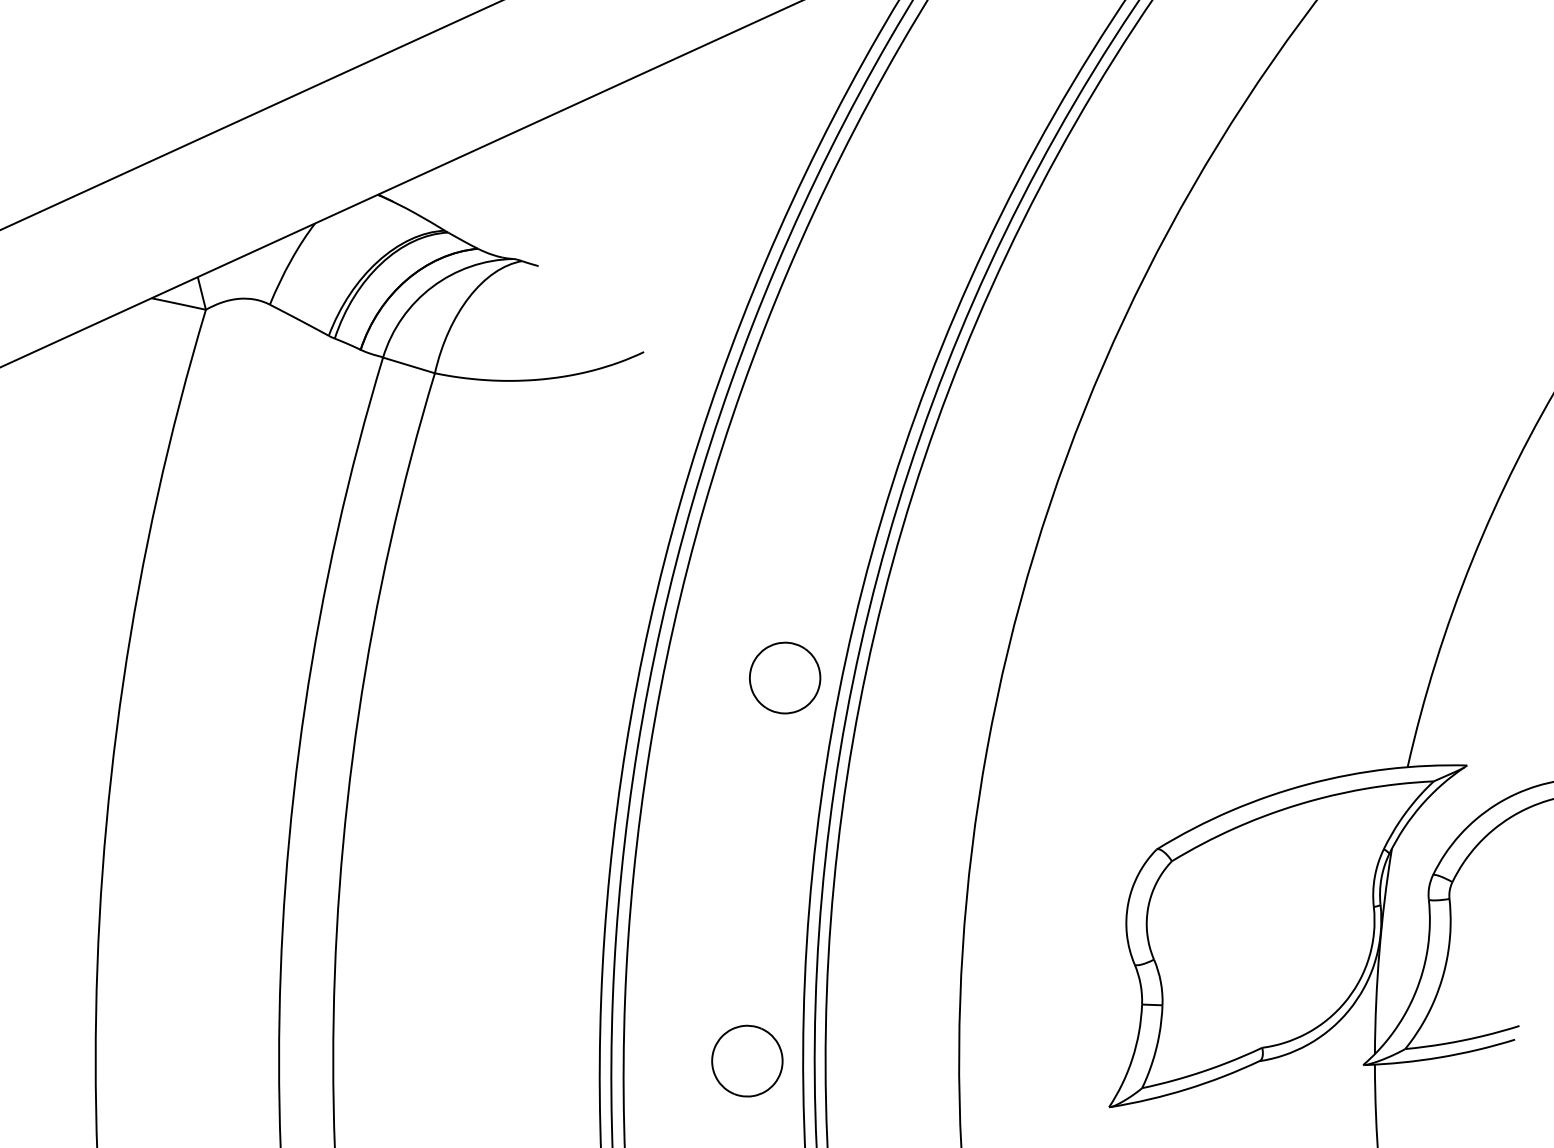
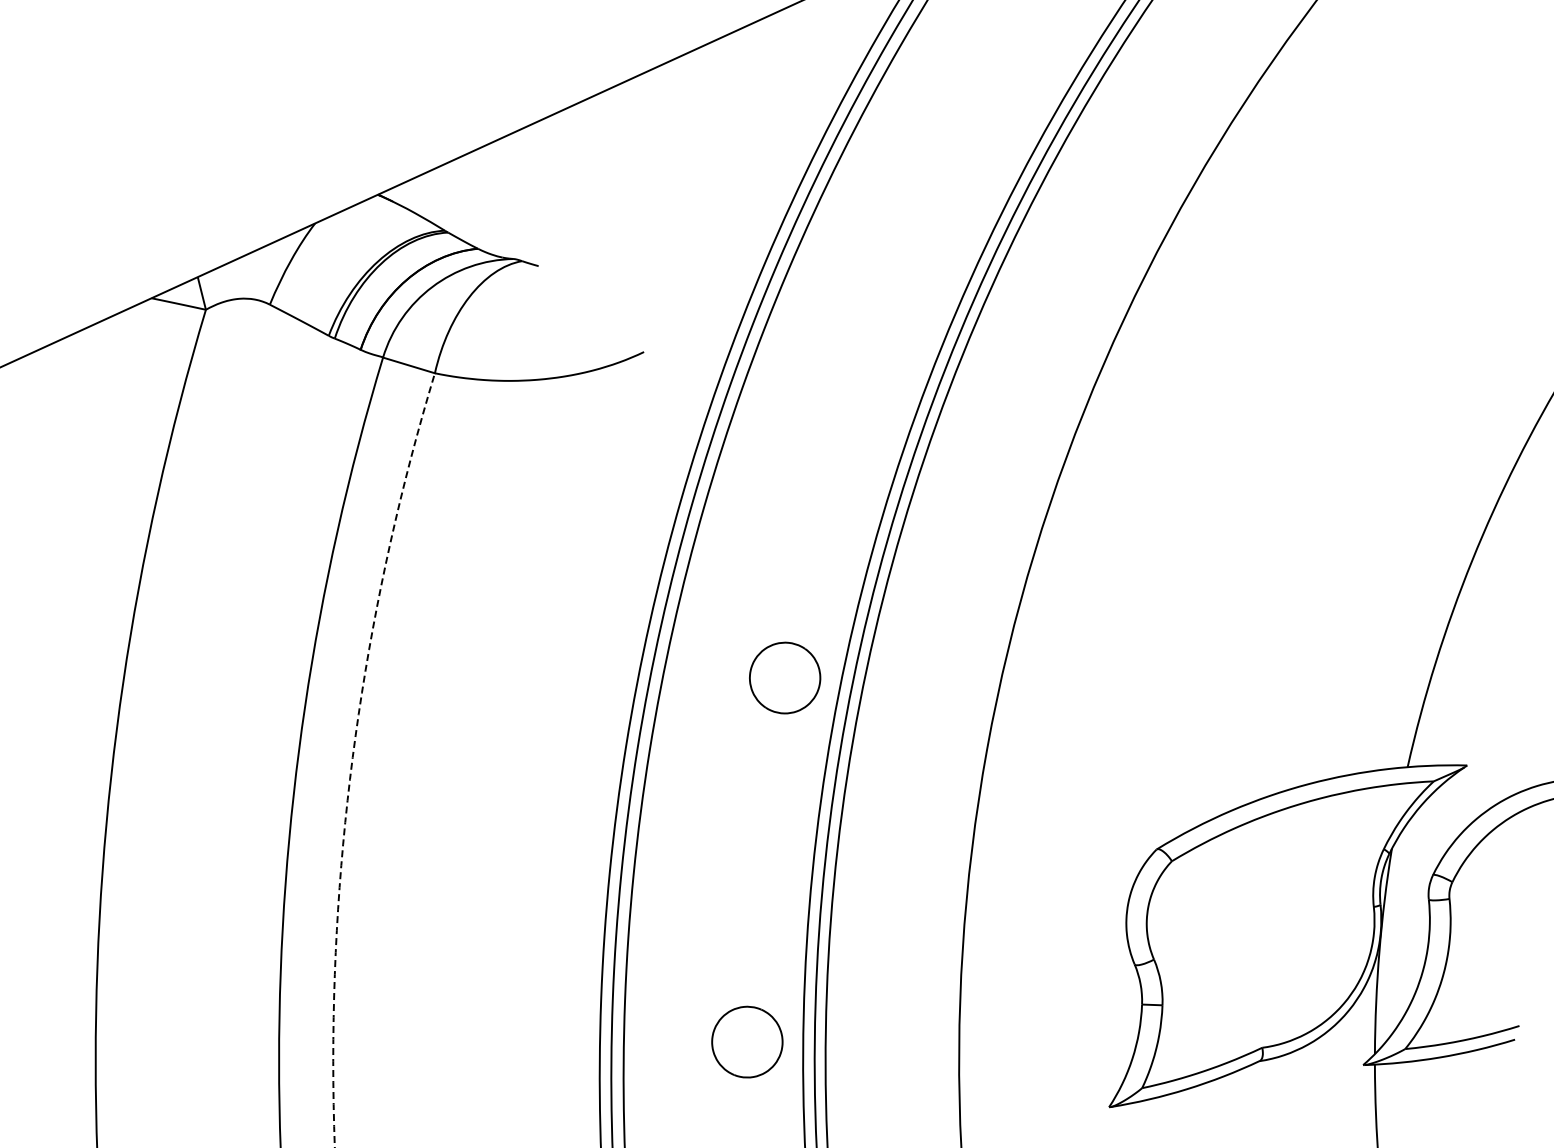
line at (250, 115): present -> none
arc at (352, 757): solid -> dashed
part at (747, 1060) position: (747, 1060) -> (747, 1041)
